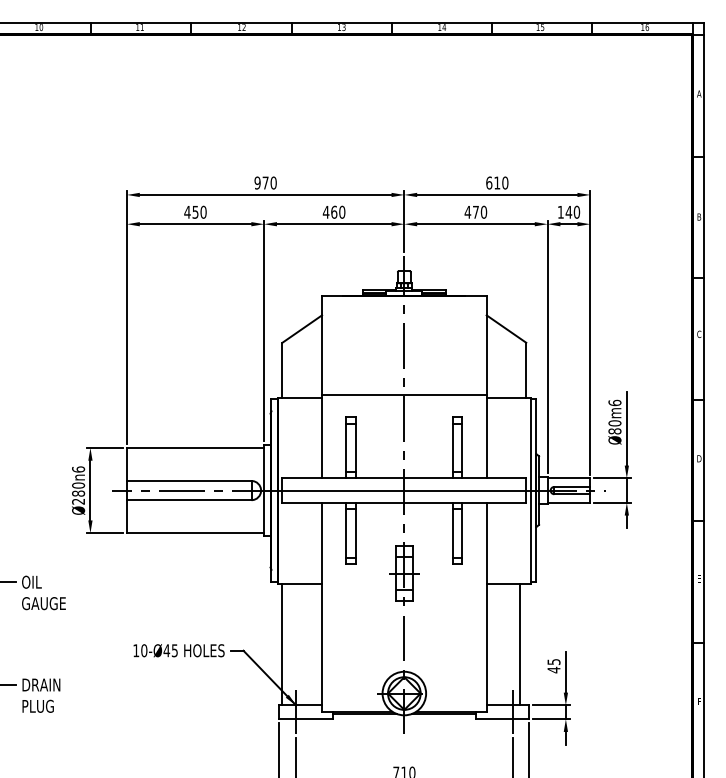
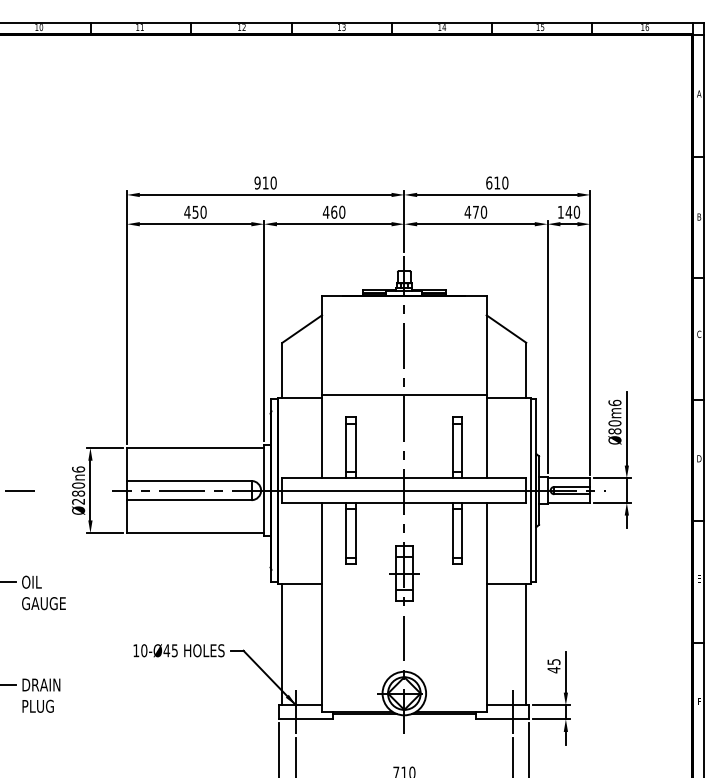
text at (265, 182): 970 -> 910
line at (19, 490): none -> present
line at (520, 644) position: (520, 644) -> (526, 644)
